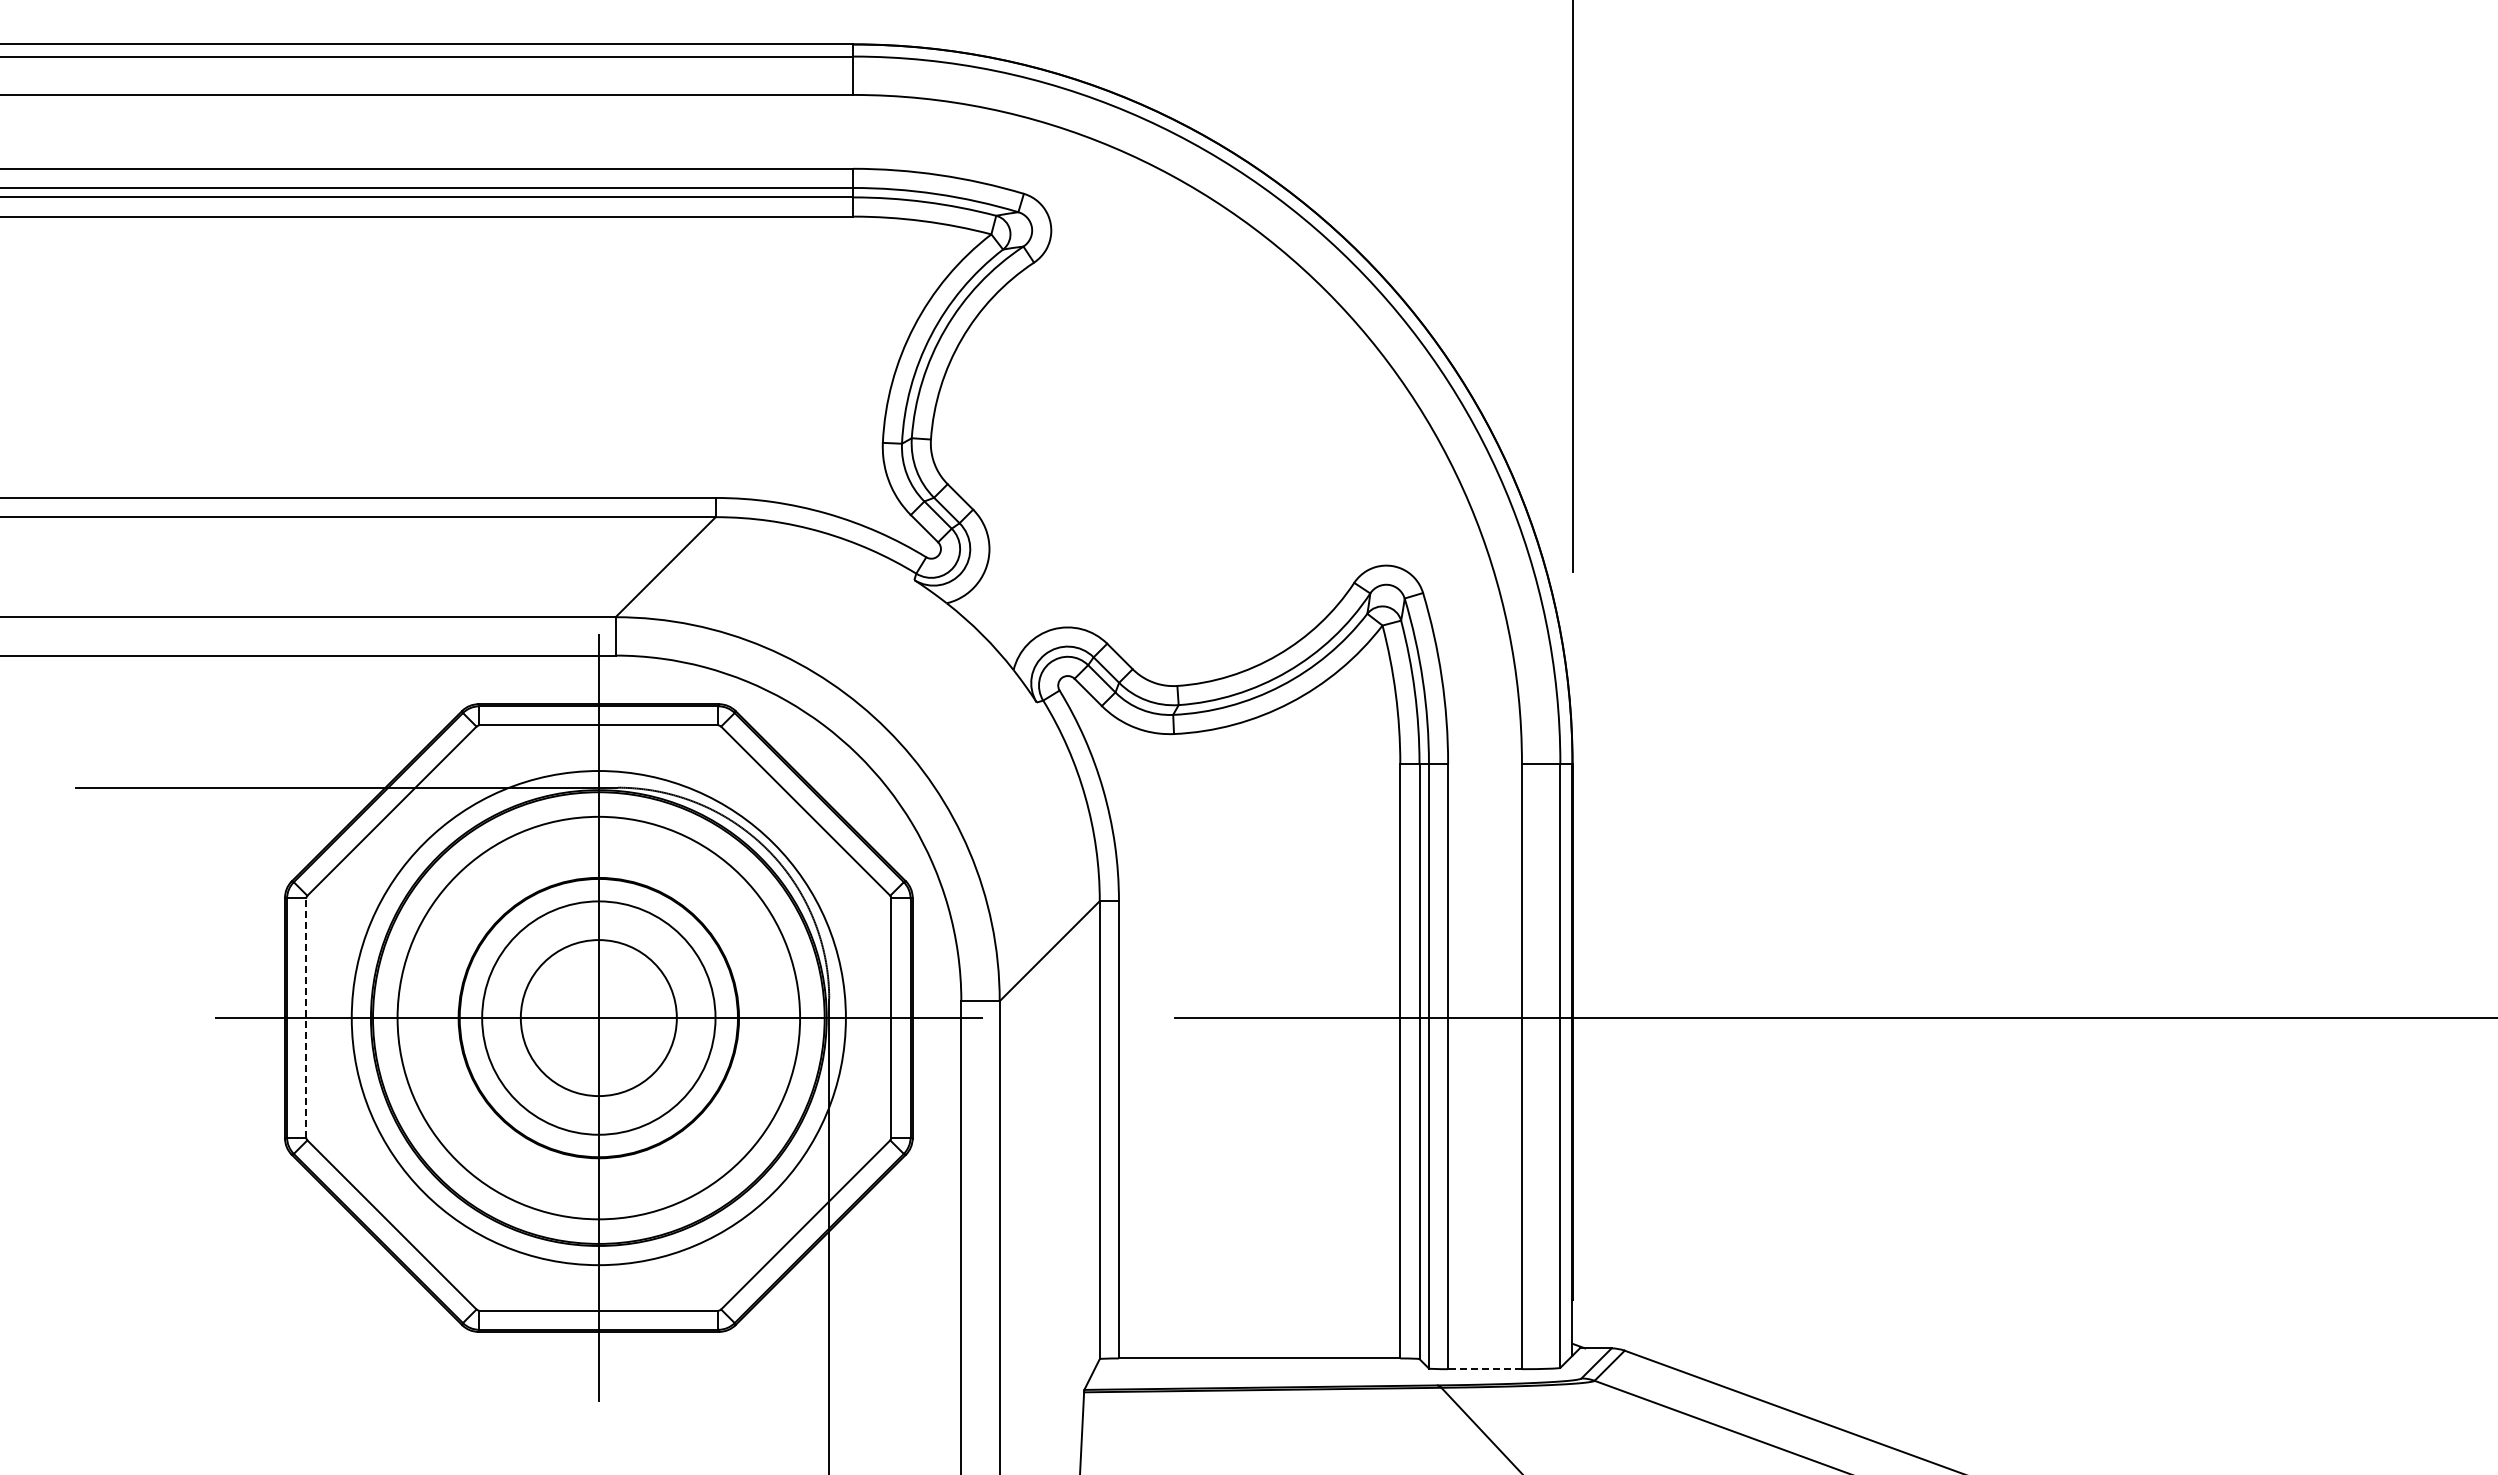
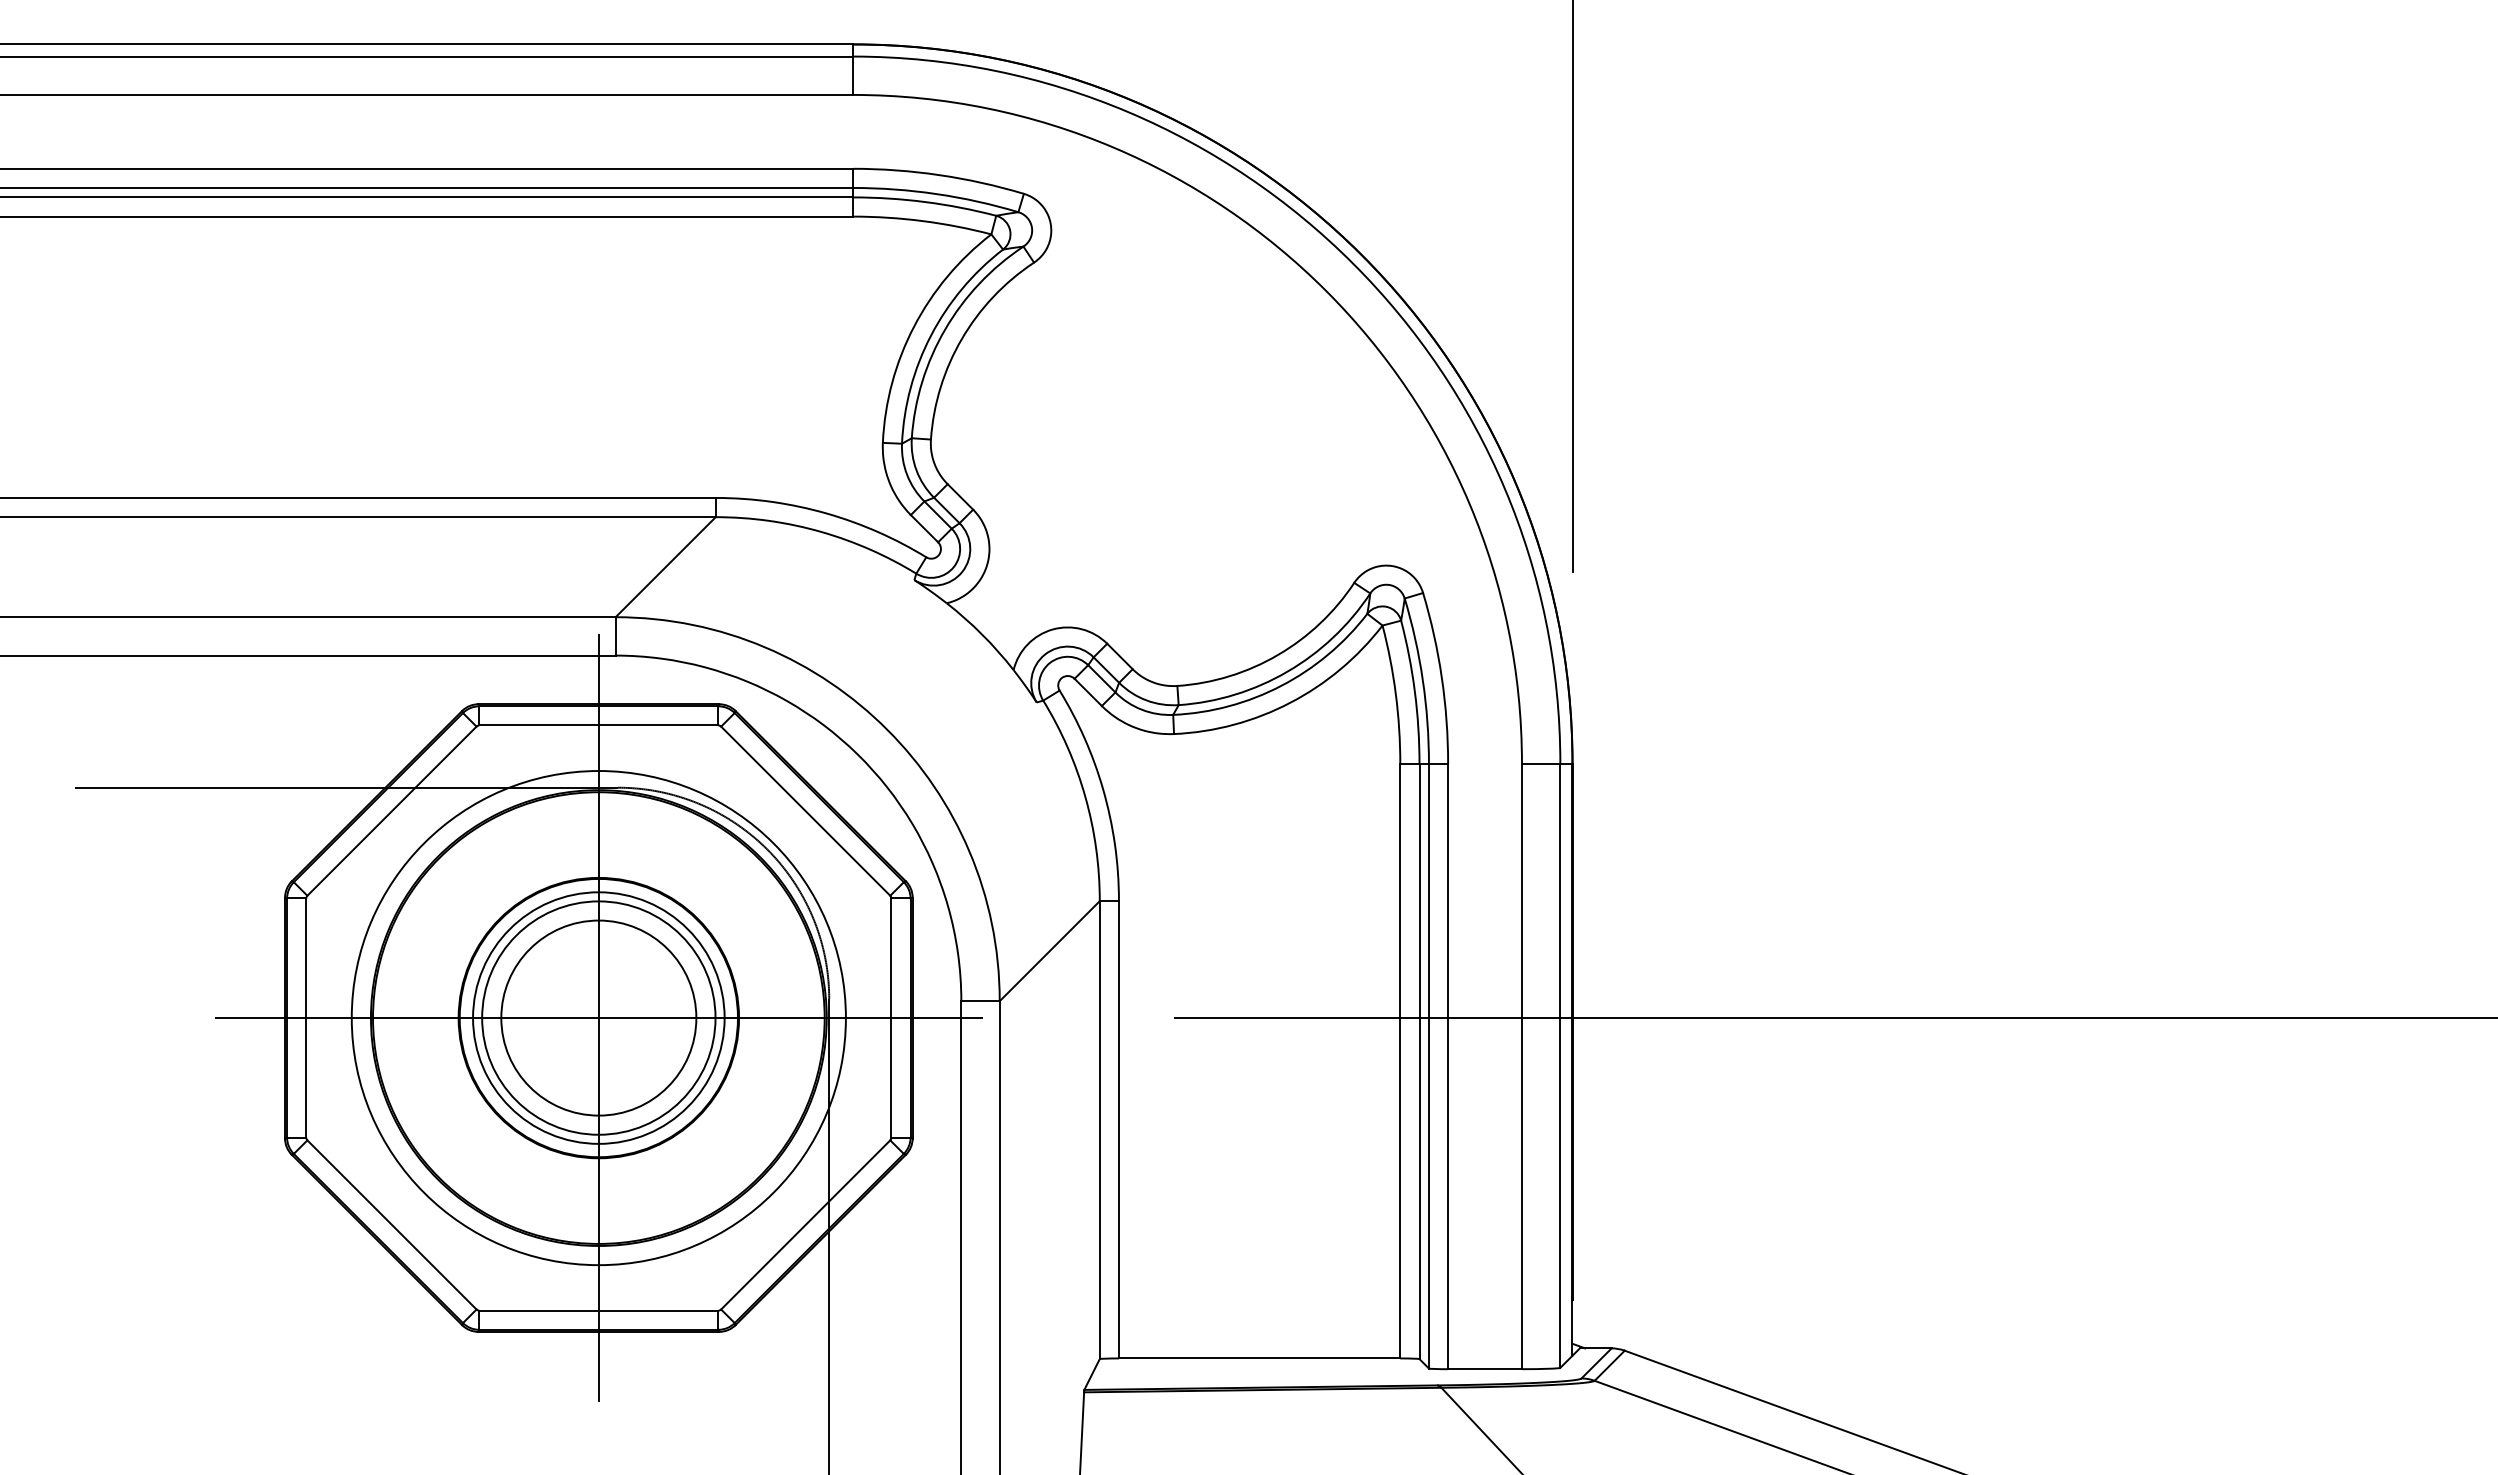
circle at (598, 1017) diameter: 403 px -> 252 px
line at (306, 1018): dashed -> solid
circle at (598, 1018) diameter: 156 px -> 195 px
line at (1485, 1369): dashed -> solid
